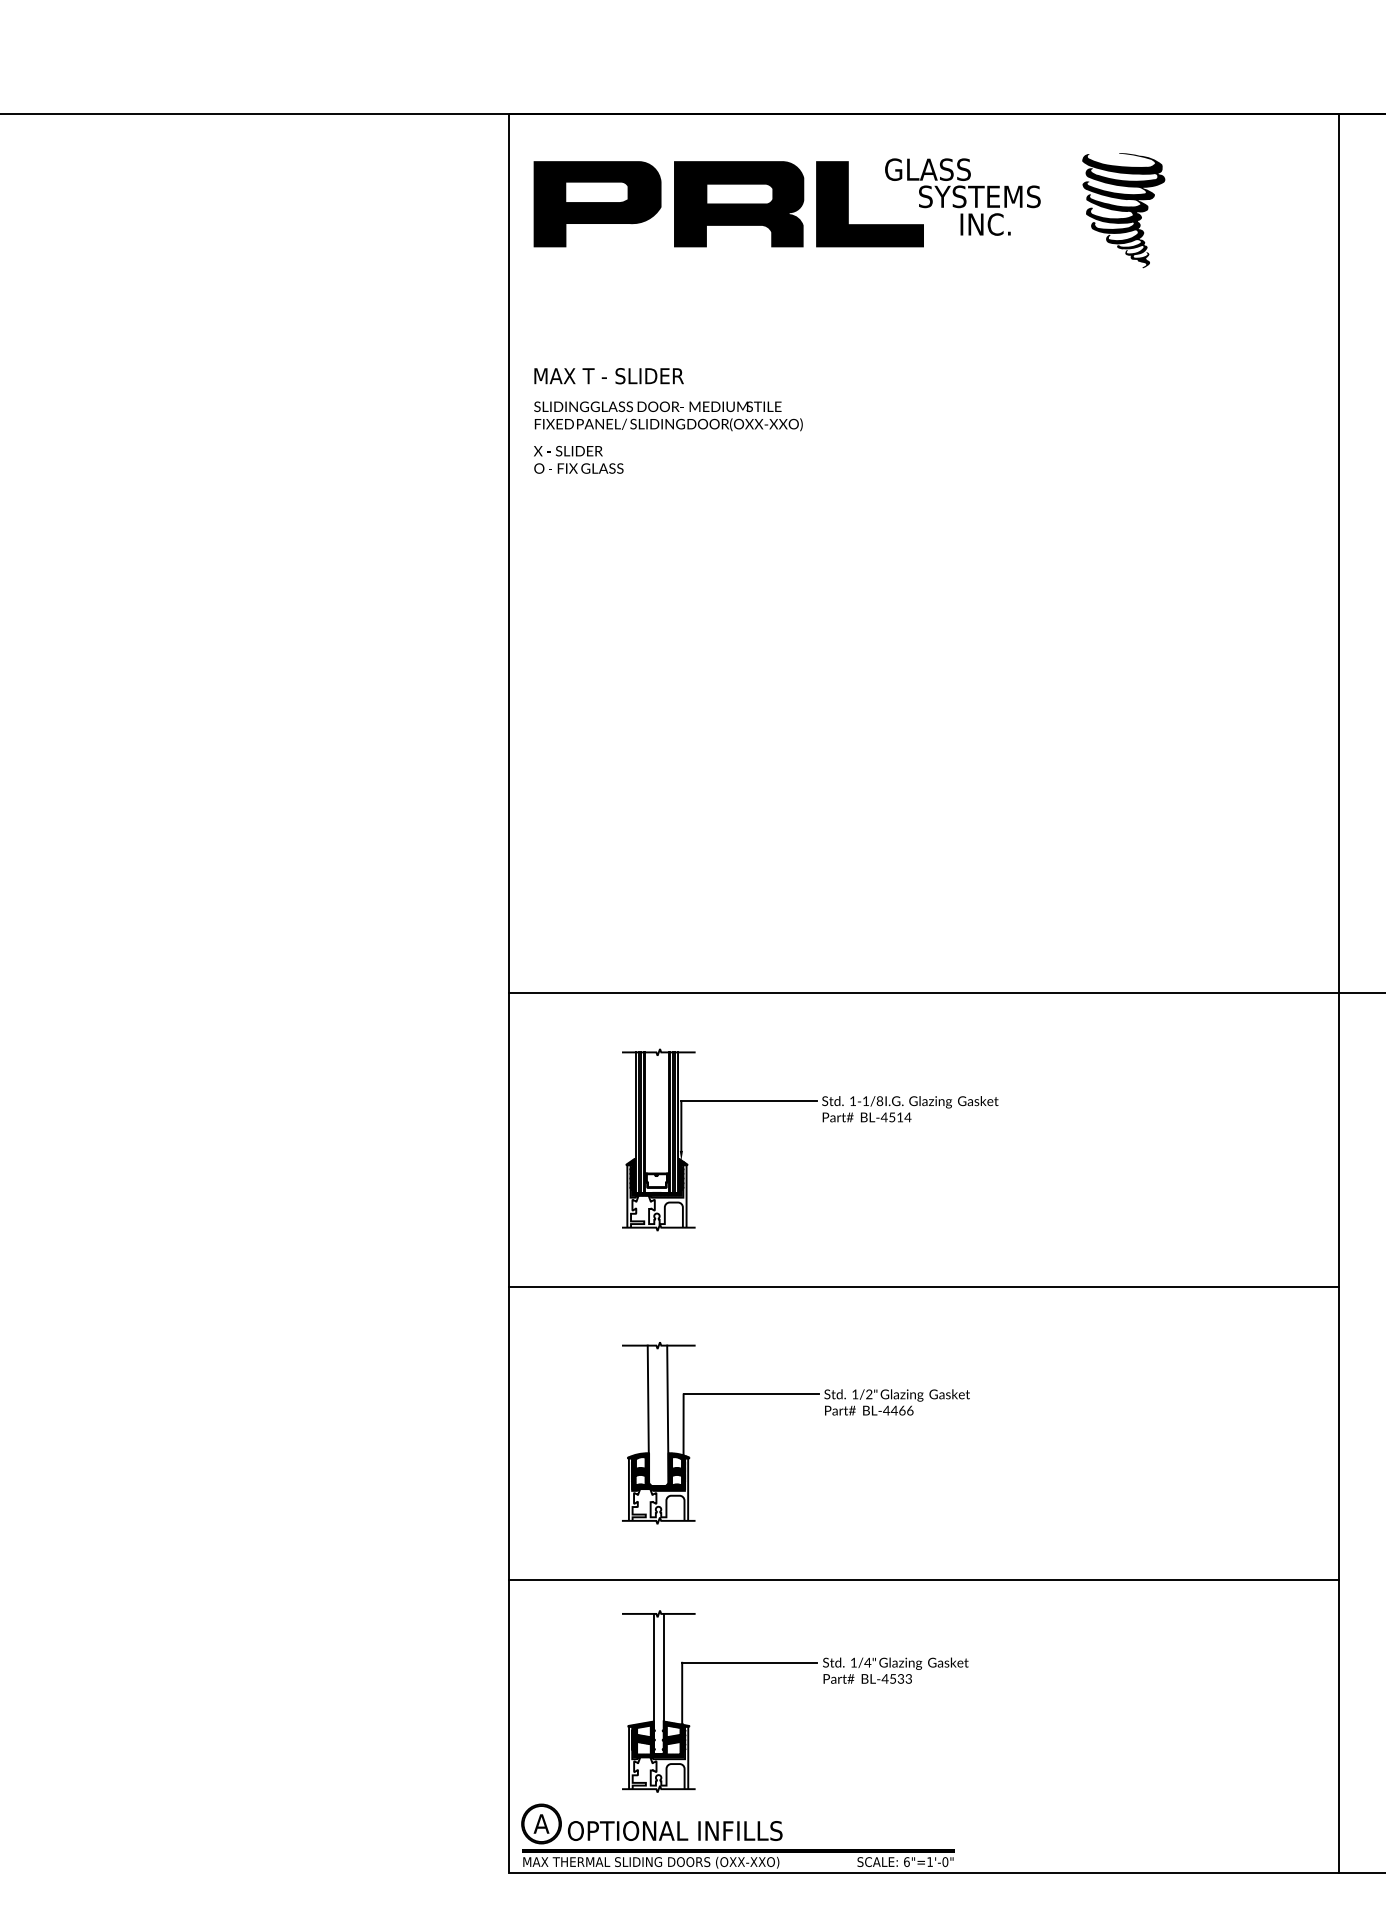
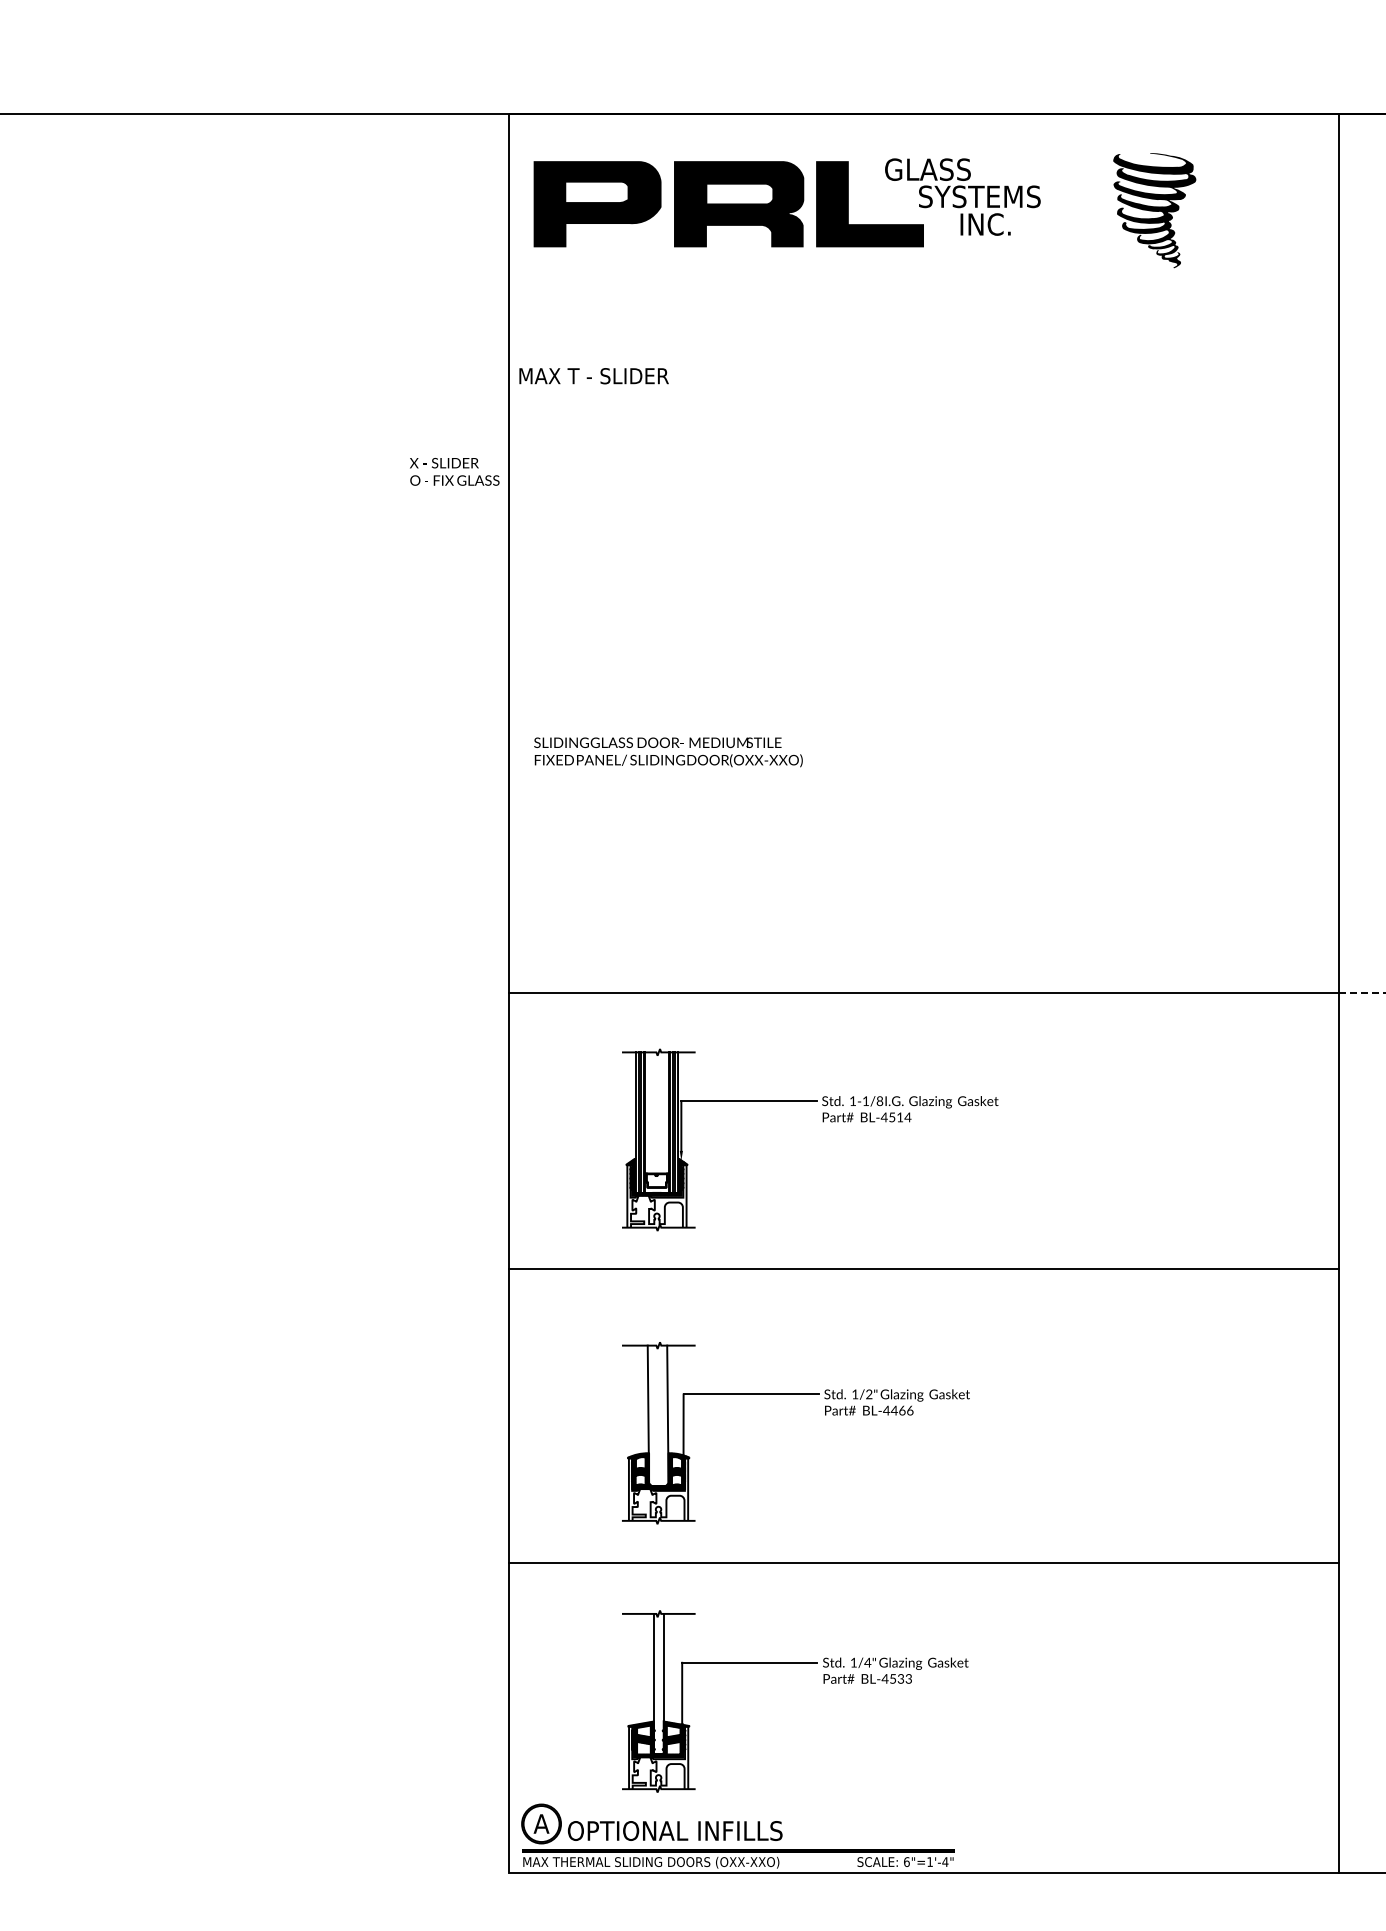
part at (1123, 210) position: (1123, 210) -> (1154, 210)
text at (608, 376) position: (608, 376) -> (593, 376)
text at (668, 416) position: (668, 416) -> (668, 752)
text at (578, 459) position: (578, 459) -> (454, 471)
line at (1362, 993): solid -> dashed
line at (923, 1286) position: (923, 1286) -> (923, 1268)
line at (923, 1579) position: (923, 1579) -> (923, 1562)
text at (945, 1862): 6"=1'-0" -> 6"=1'-4"
